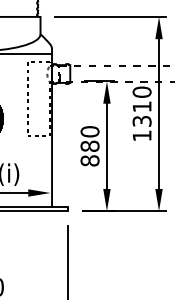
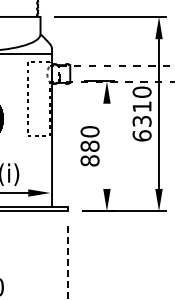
text at (141, 135): 1310 -> 6310
line at (106, 145): present -> none
line at (68, 262): solid -> dashed
